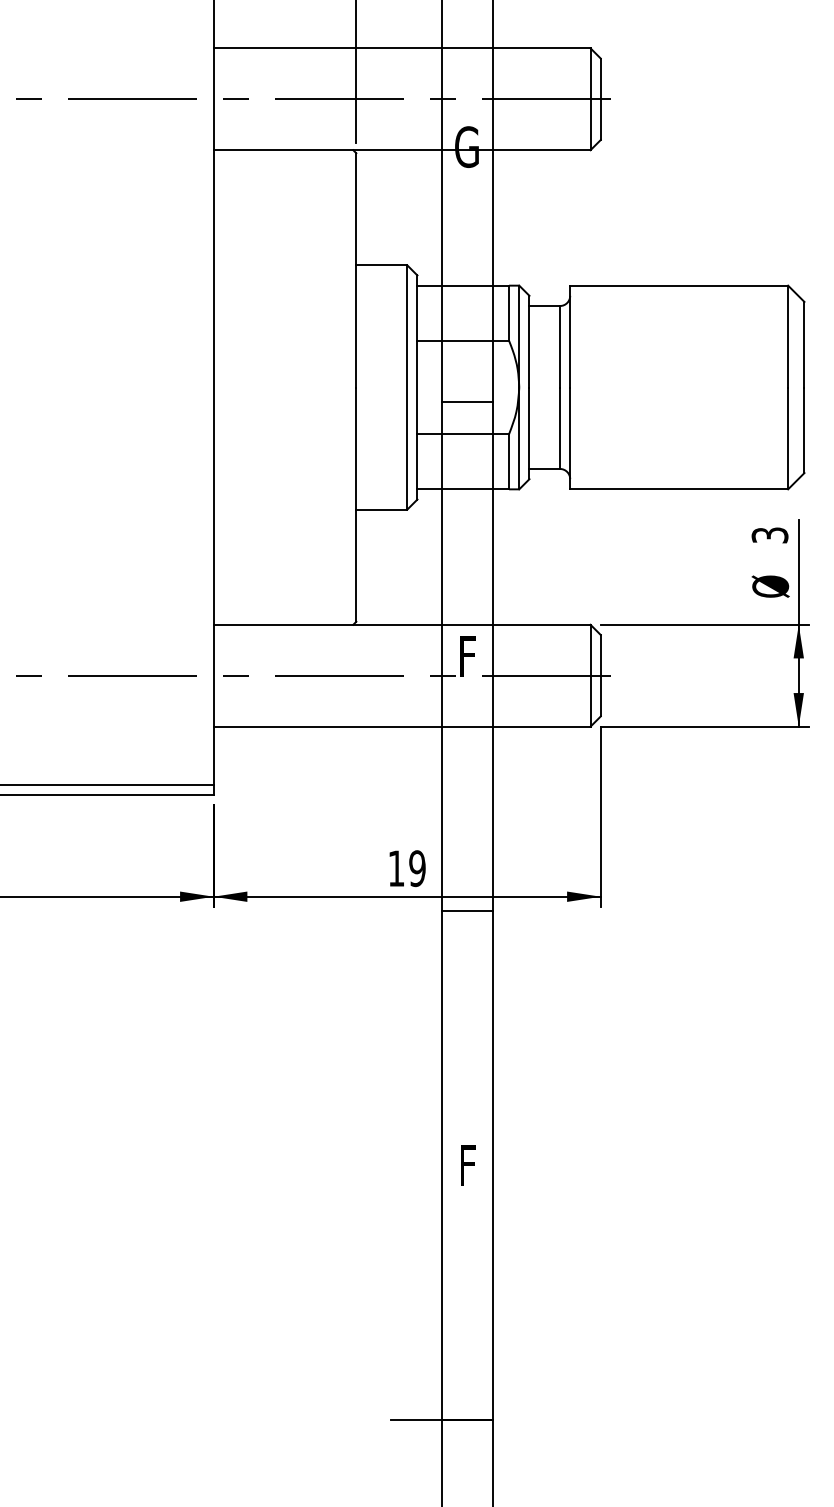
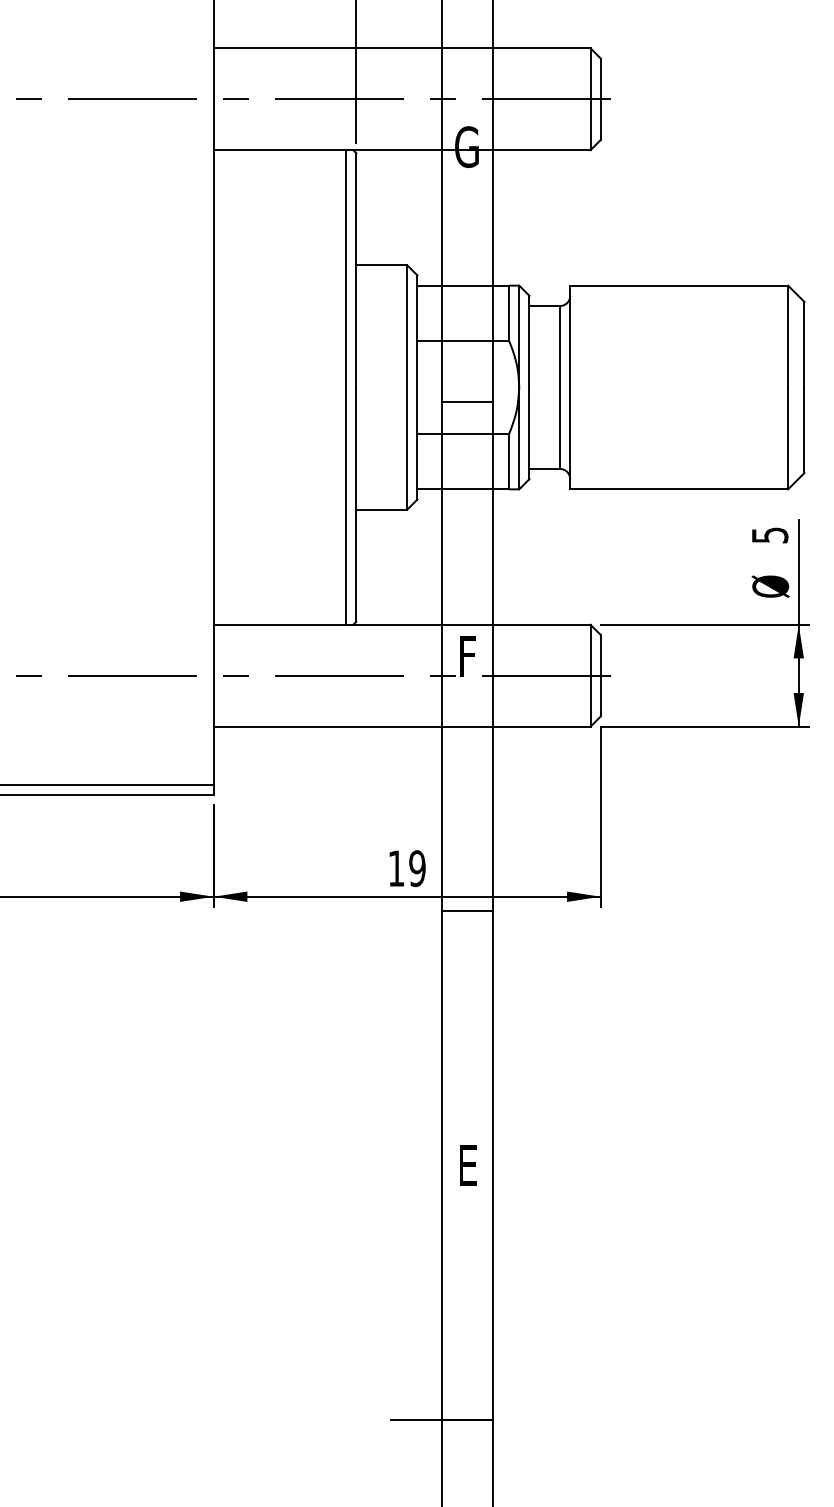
line at (346, 387): none -> present
text at (769, 534): 3 -> 5
text at (468, 1165): F -> E
